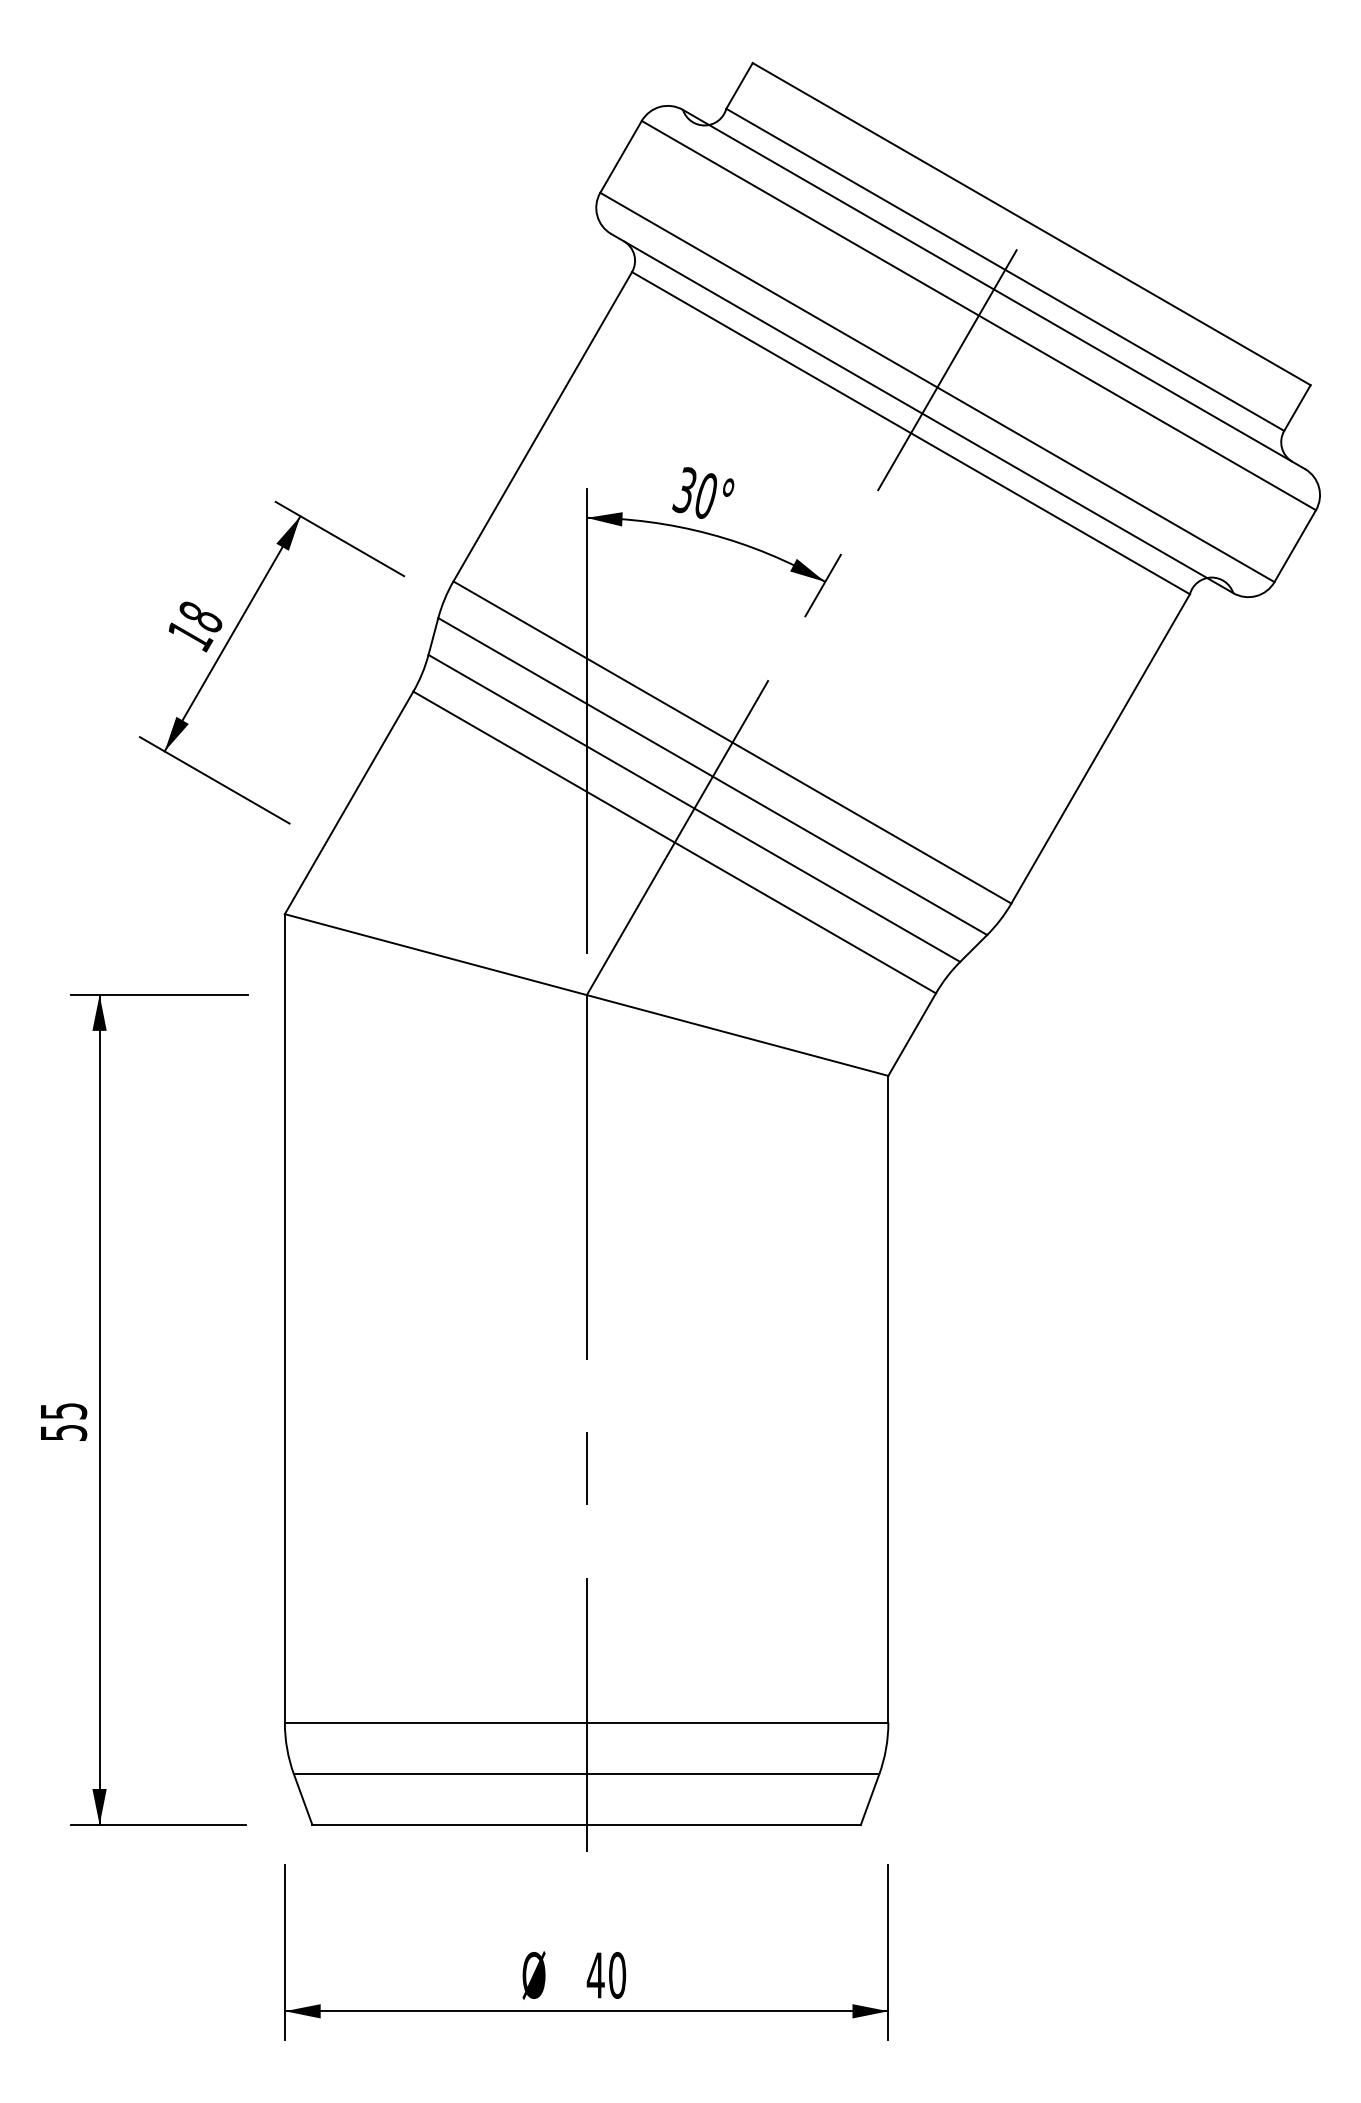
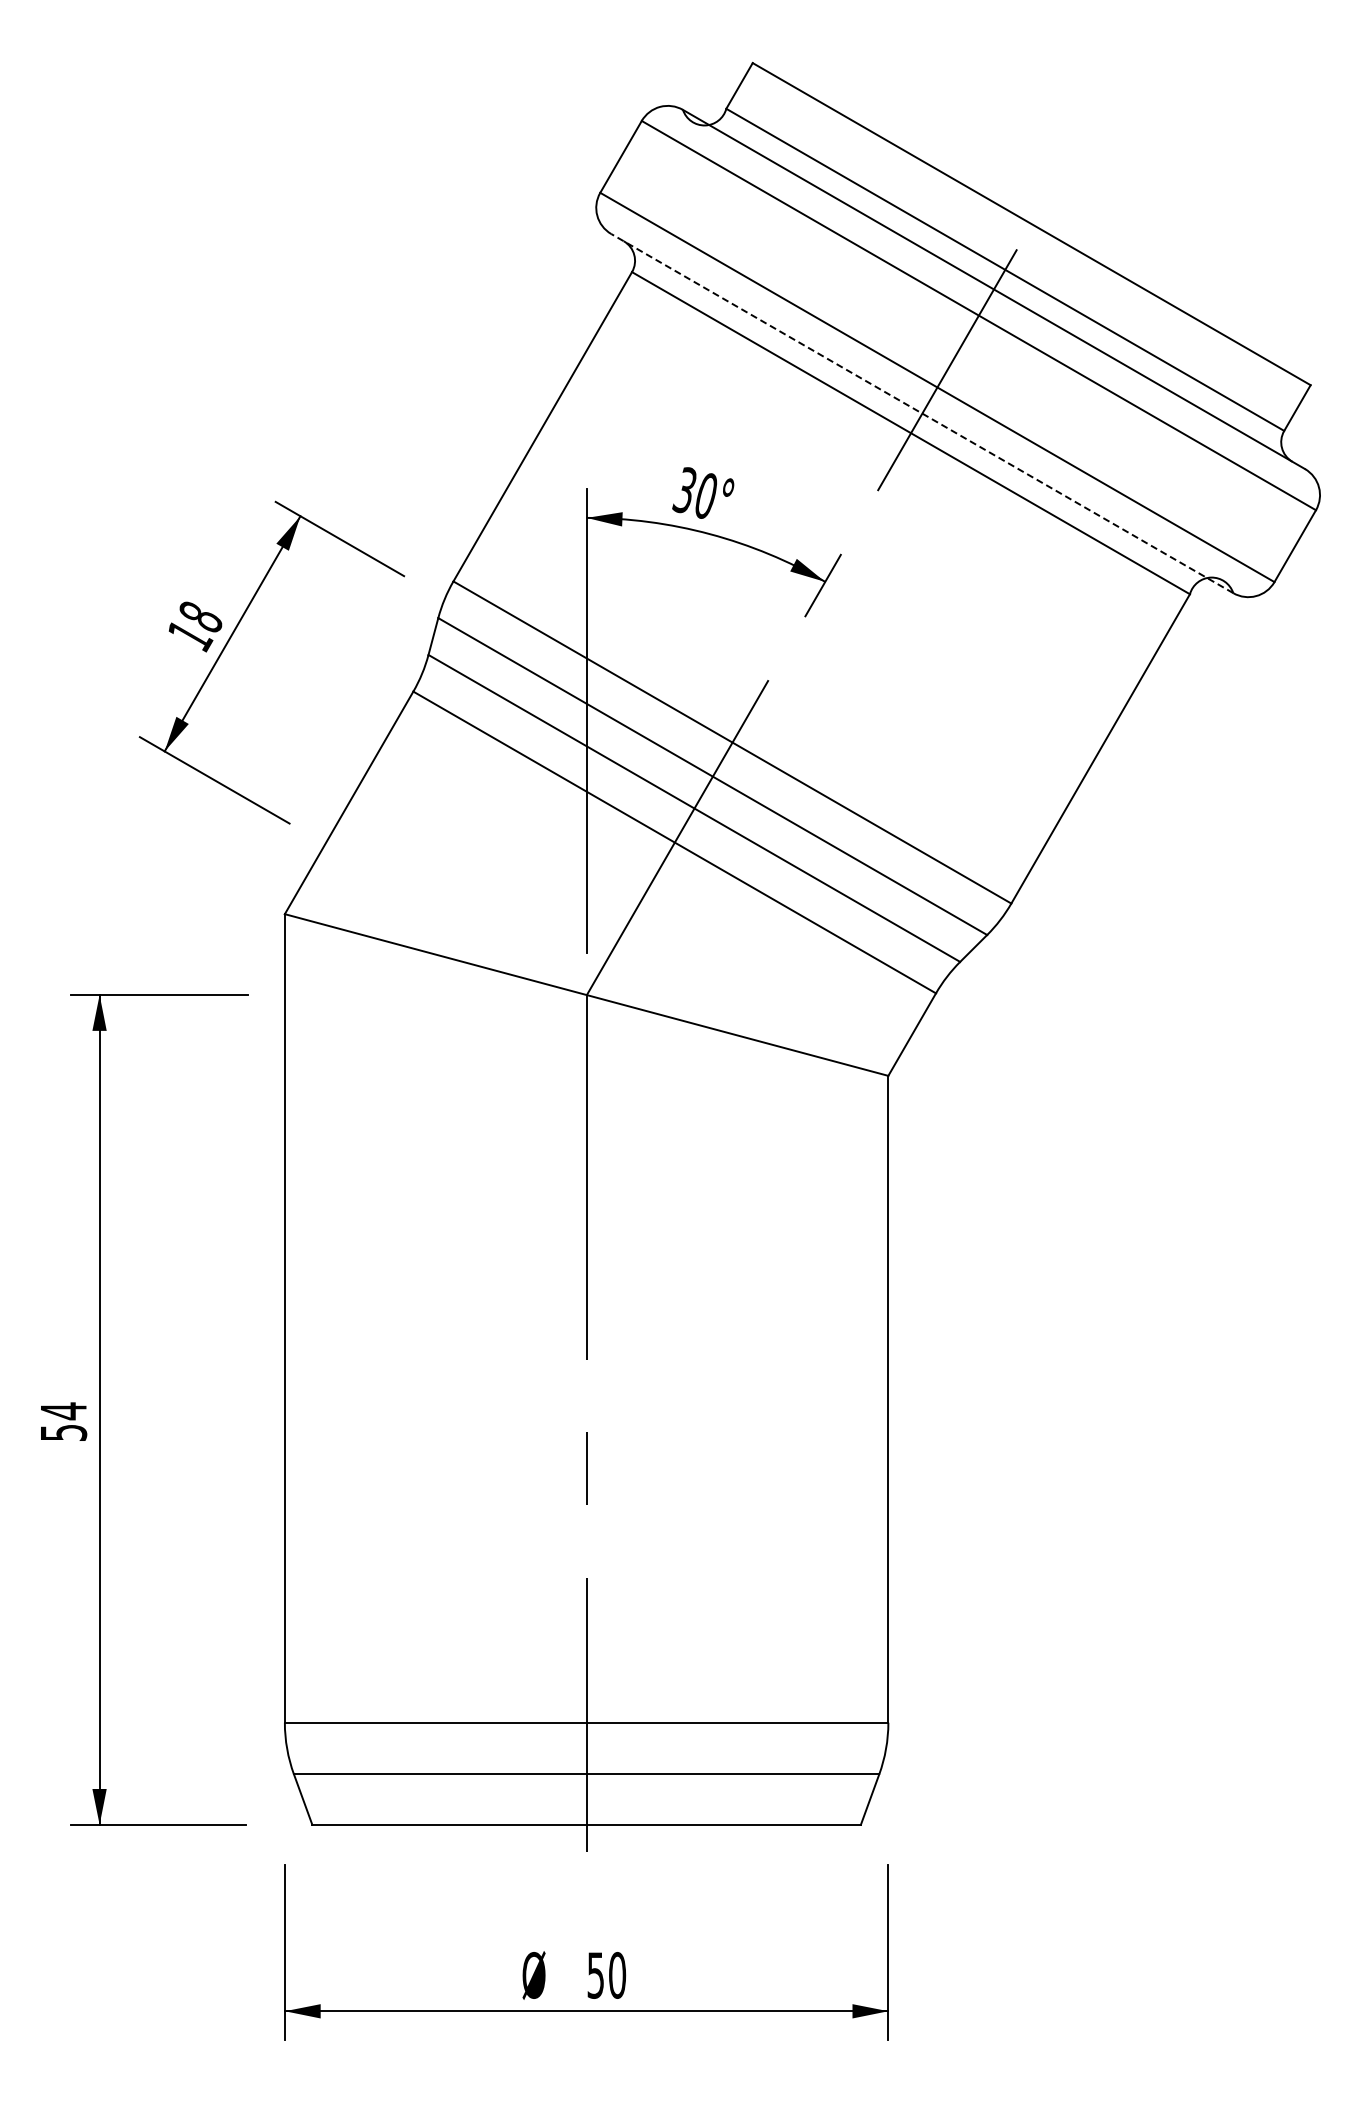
line at (921, 413): solid -> dashed
text at (64, 1411): 55 -> 54
text at (595, 1975): 40 -> 50
